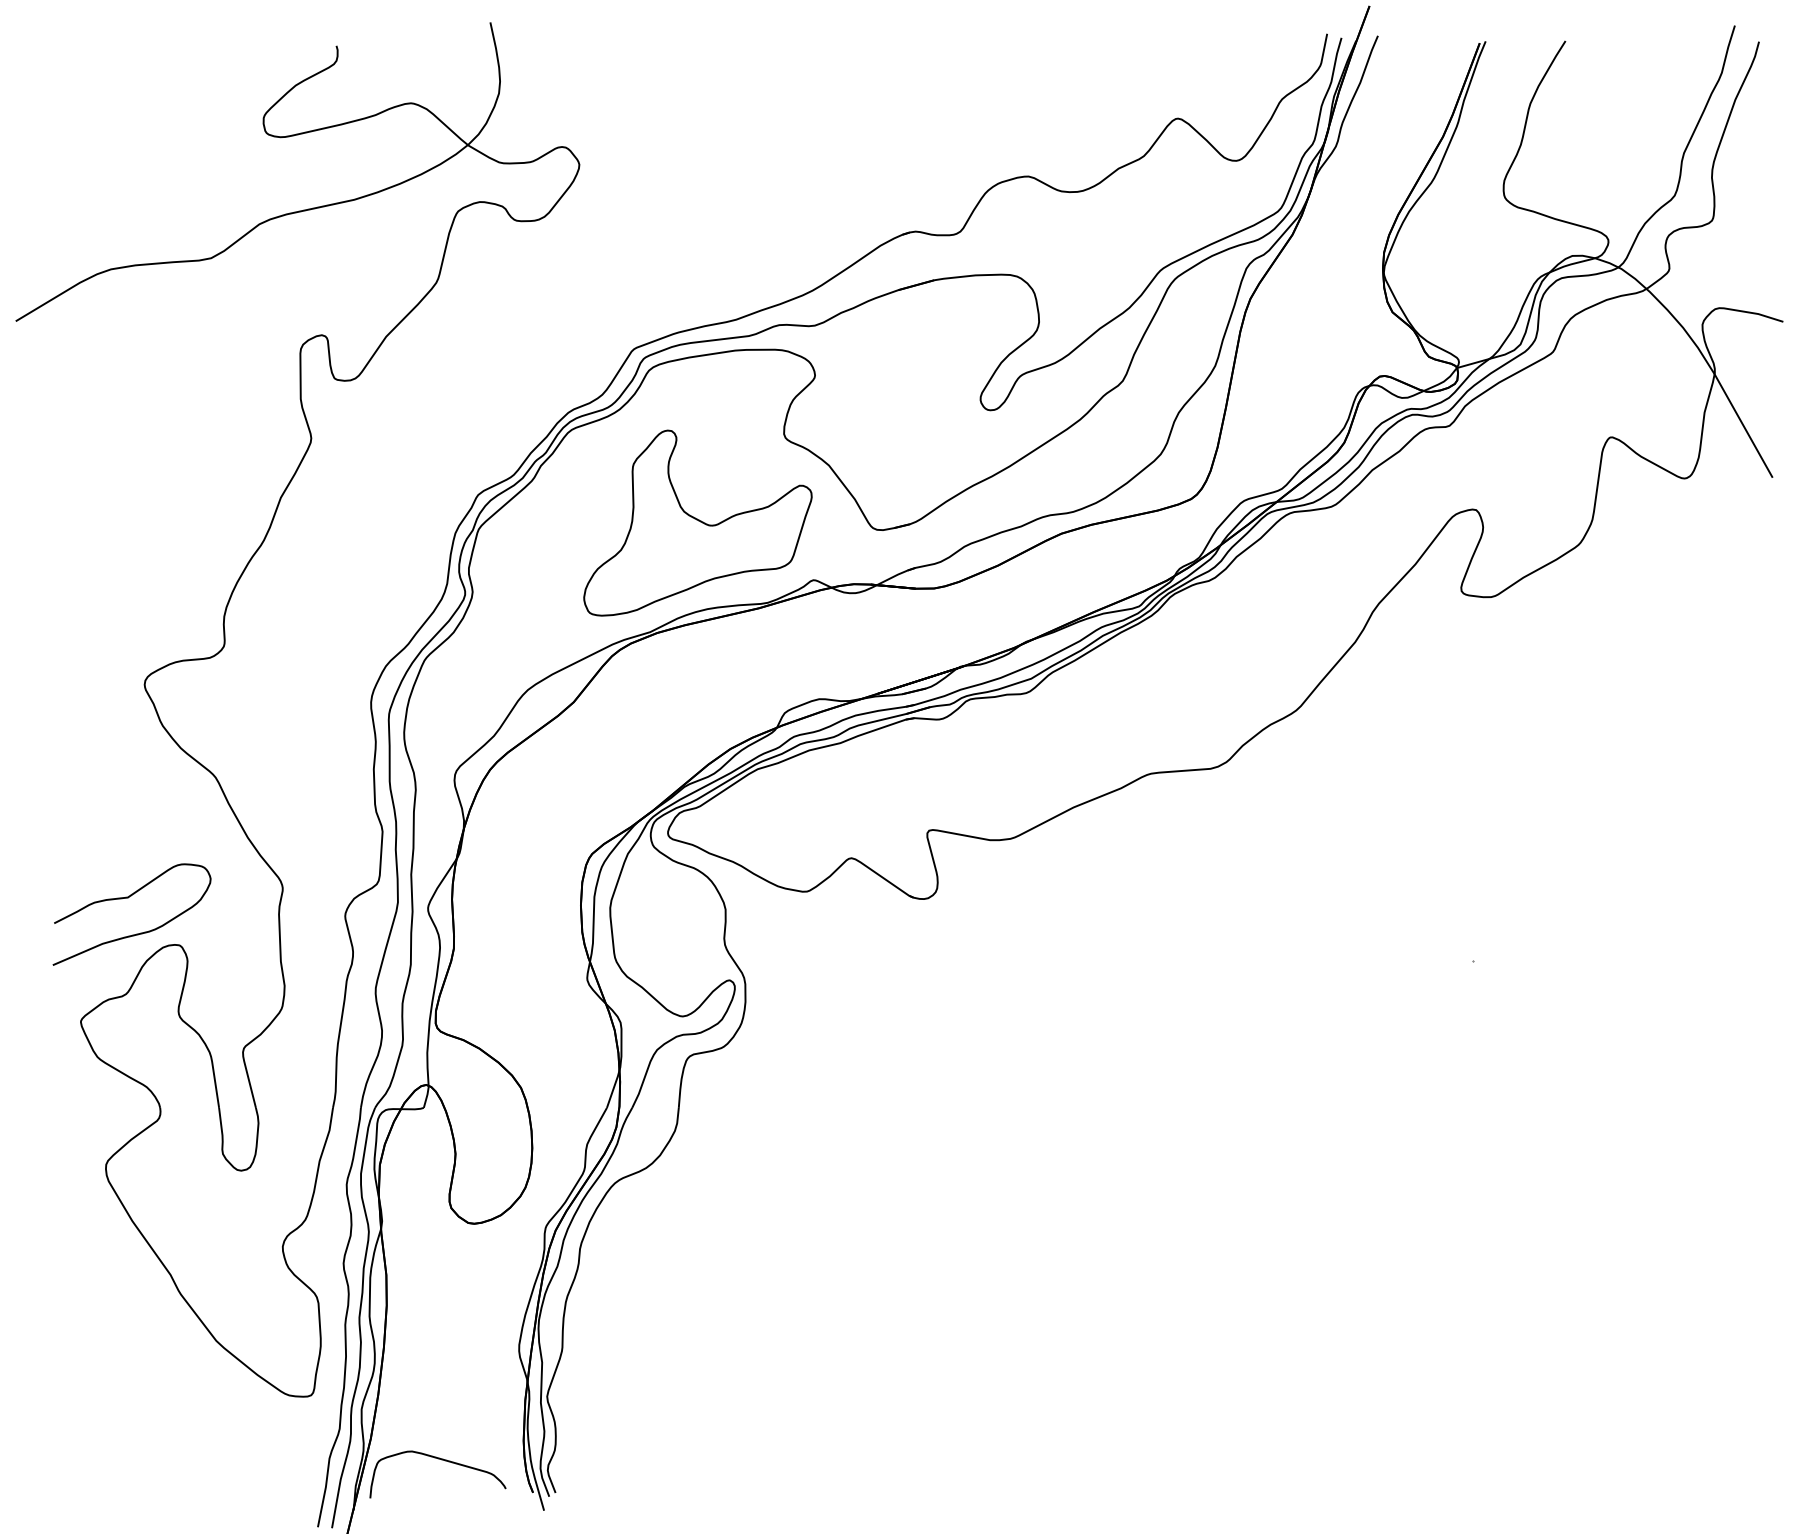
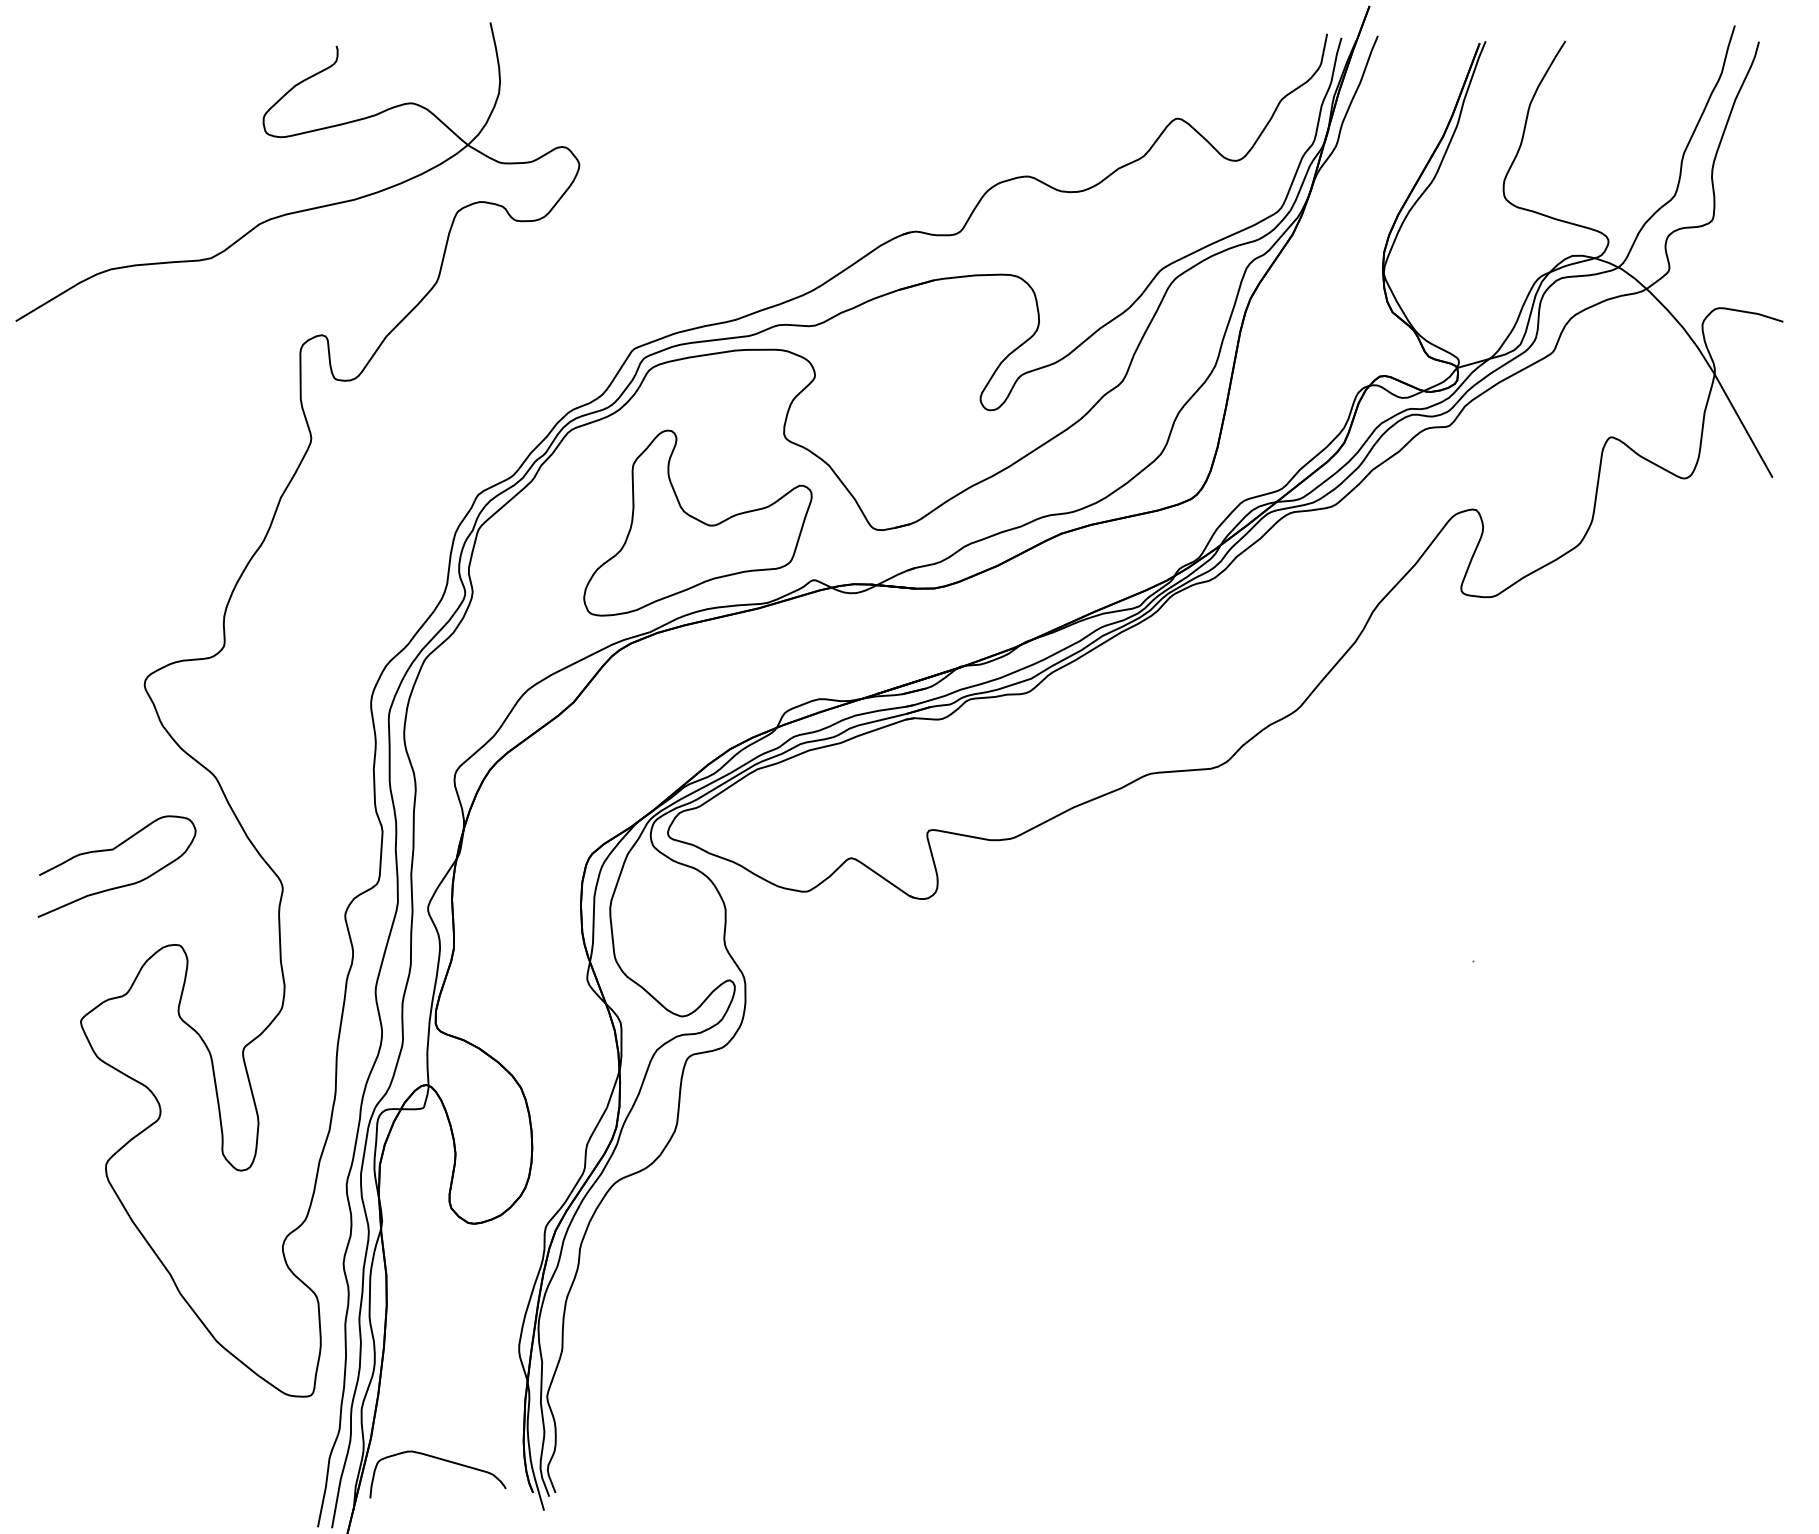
curve at (128, 898) position: (128, 898) -> (113, 850)
